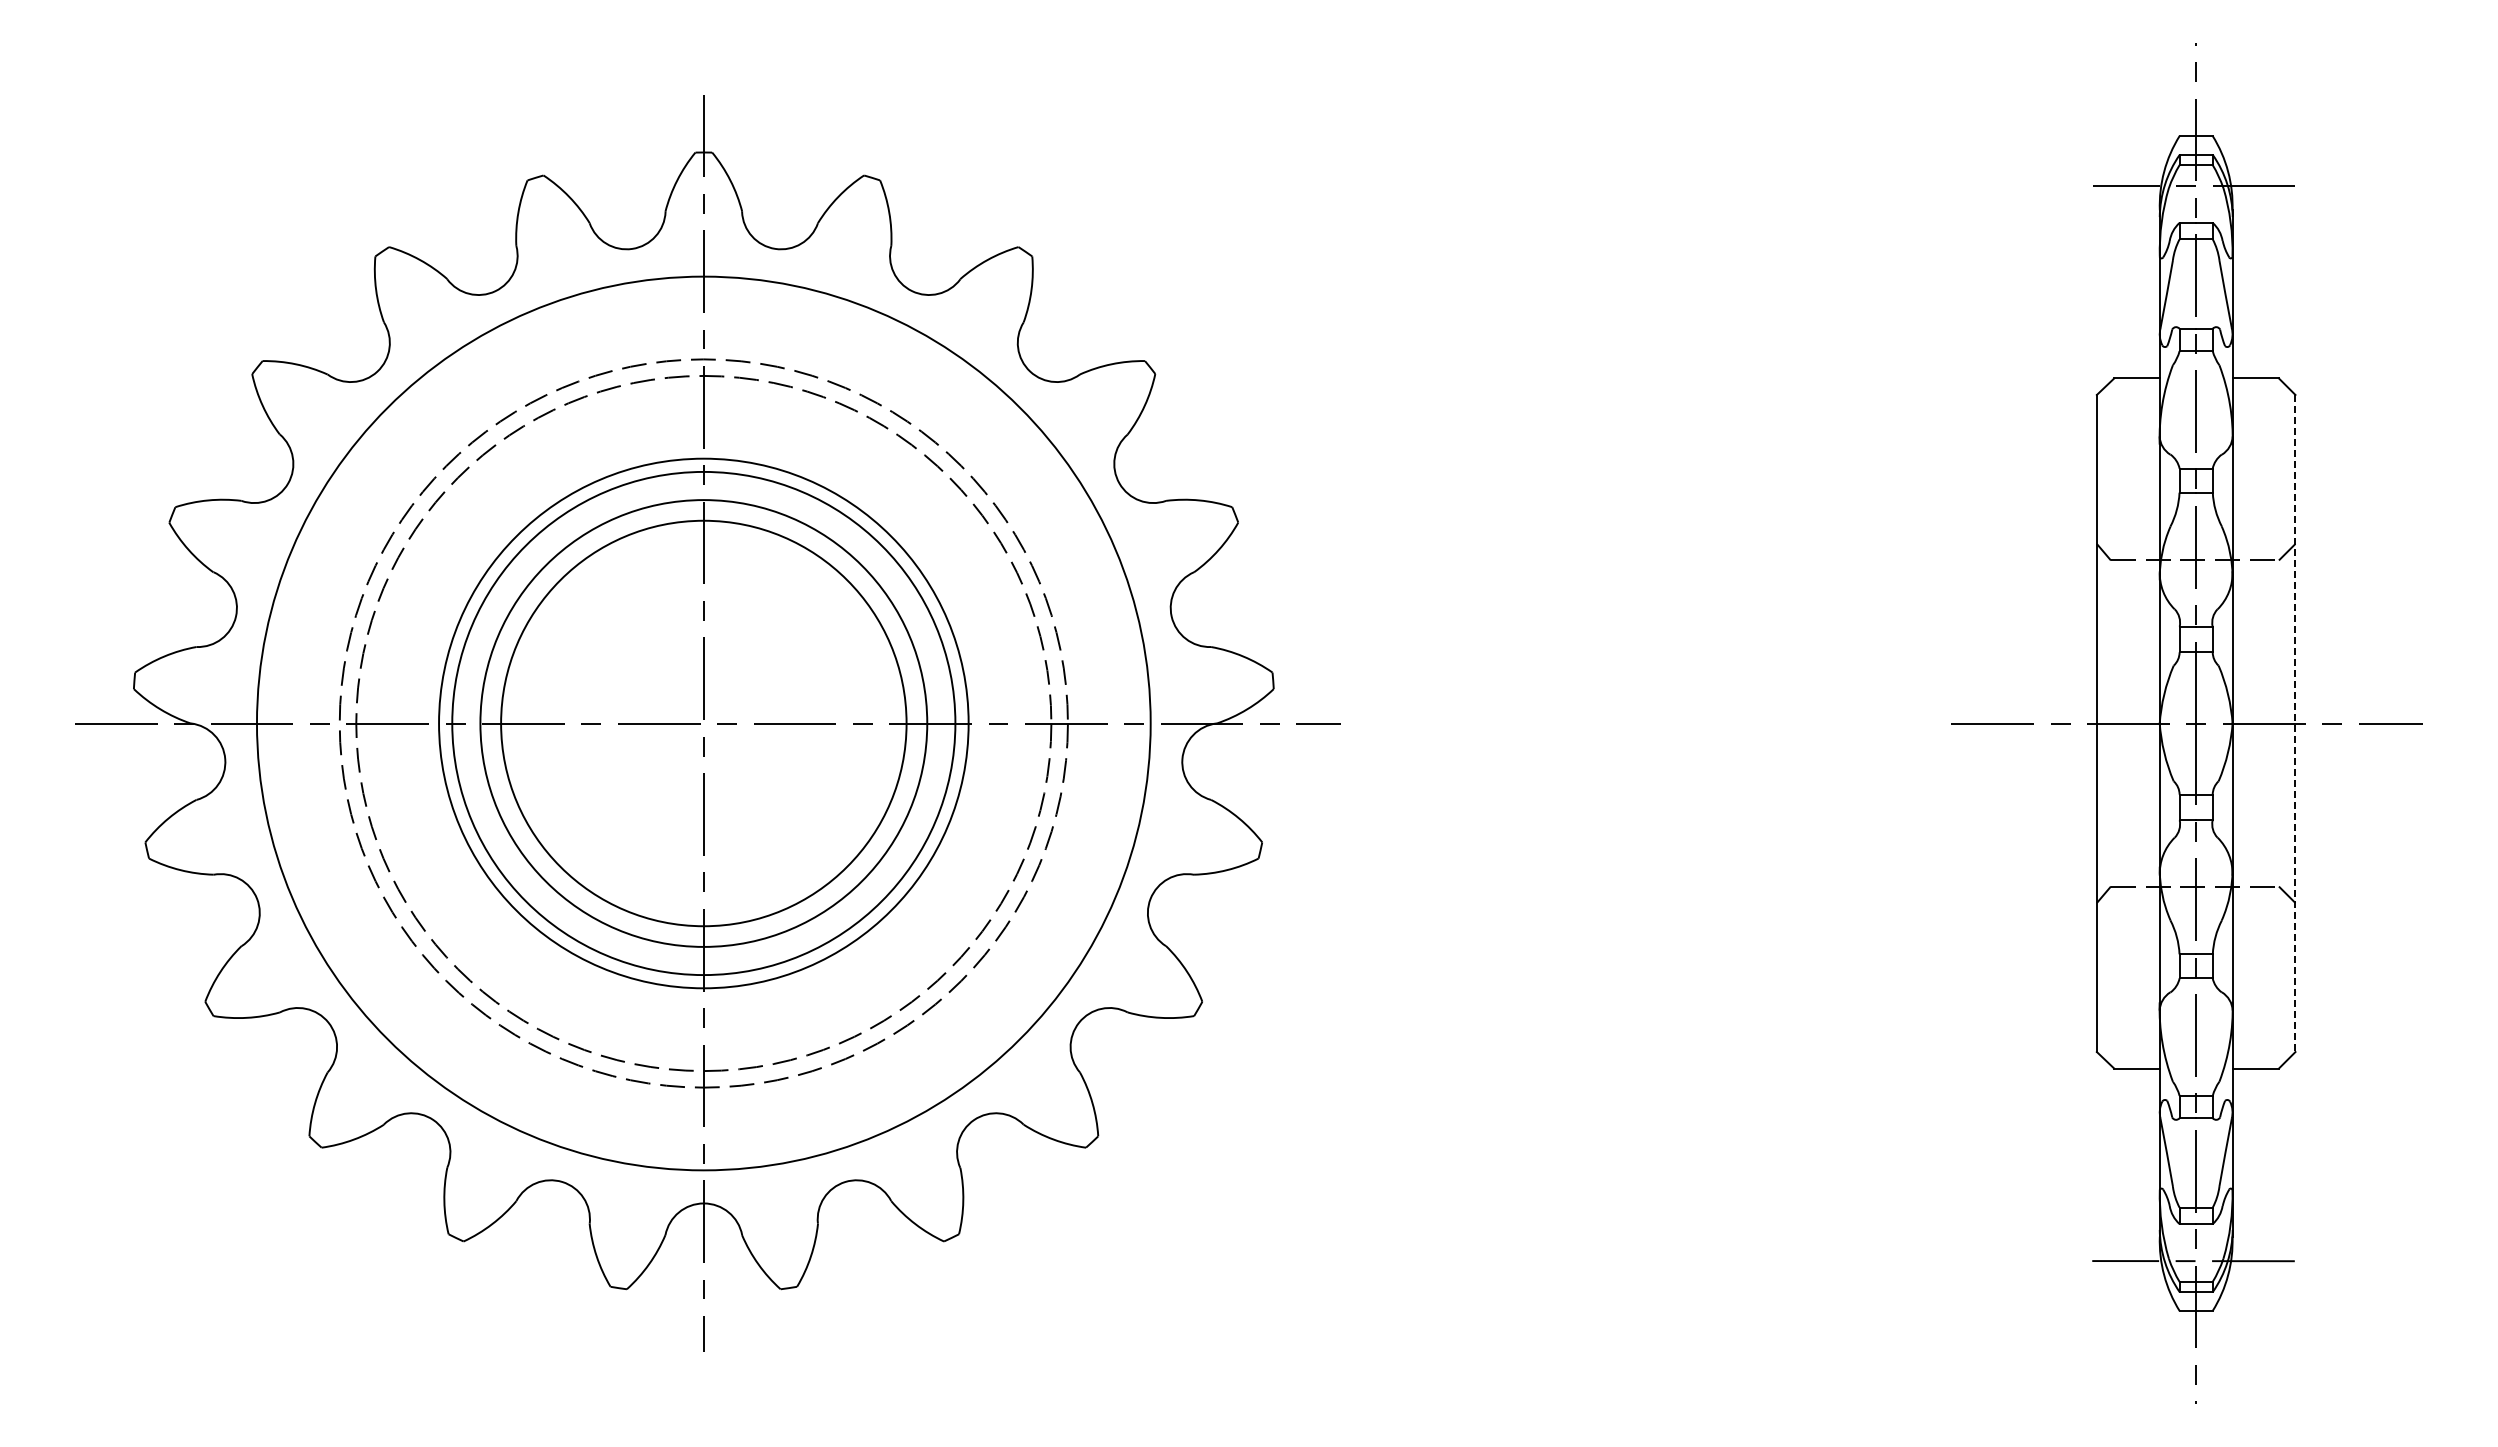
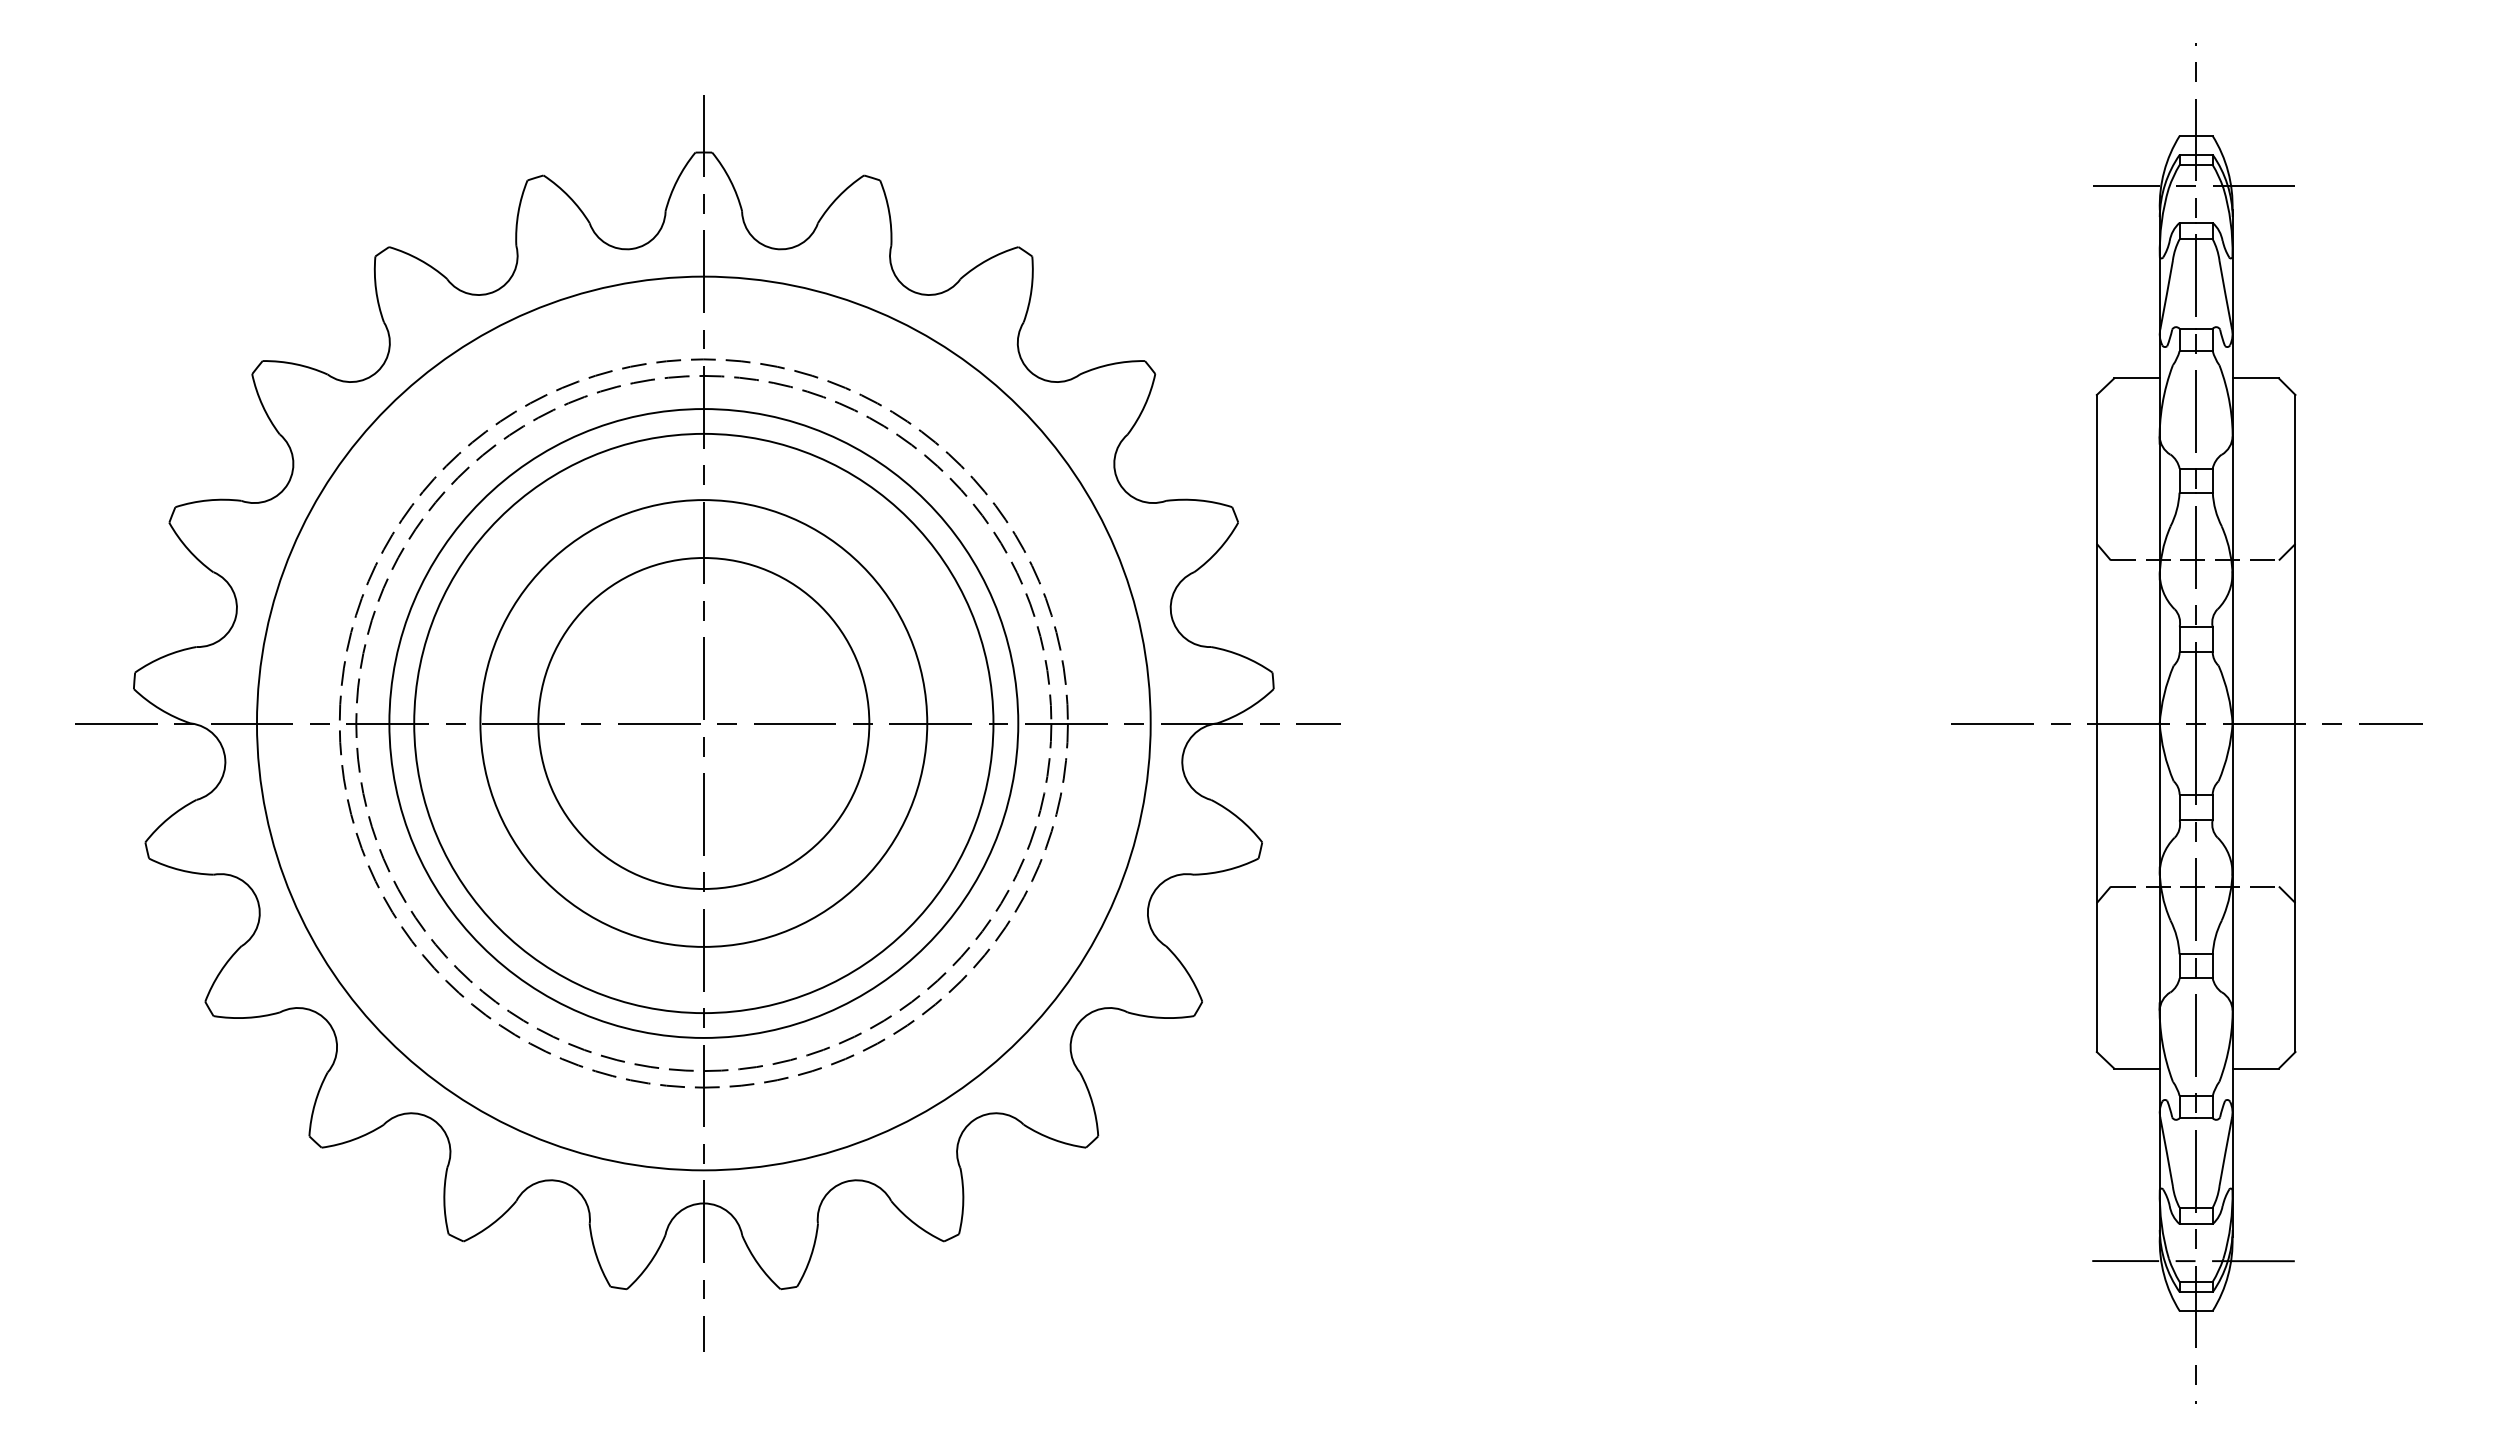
circle at (703, 723) diameter: 405 px -> 579 px
circle at (703, 723) diameter: 503 px -> 629 px
circle at (703, 723) diameter: 530 px -> 331 px
line at (2295, 723): dashed -> solid
